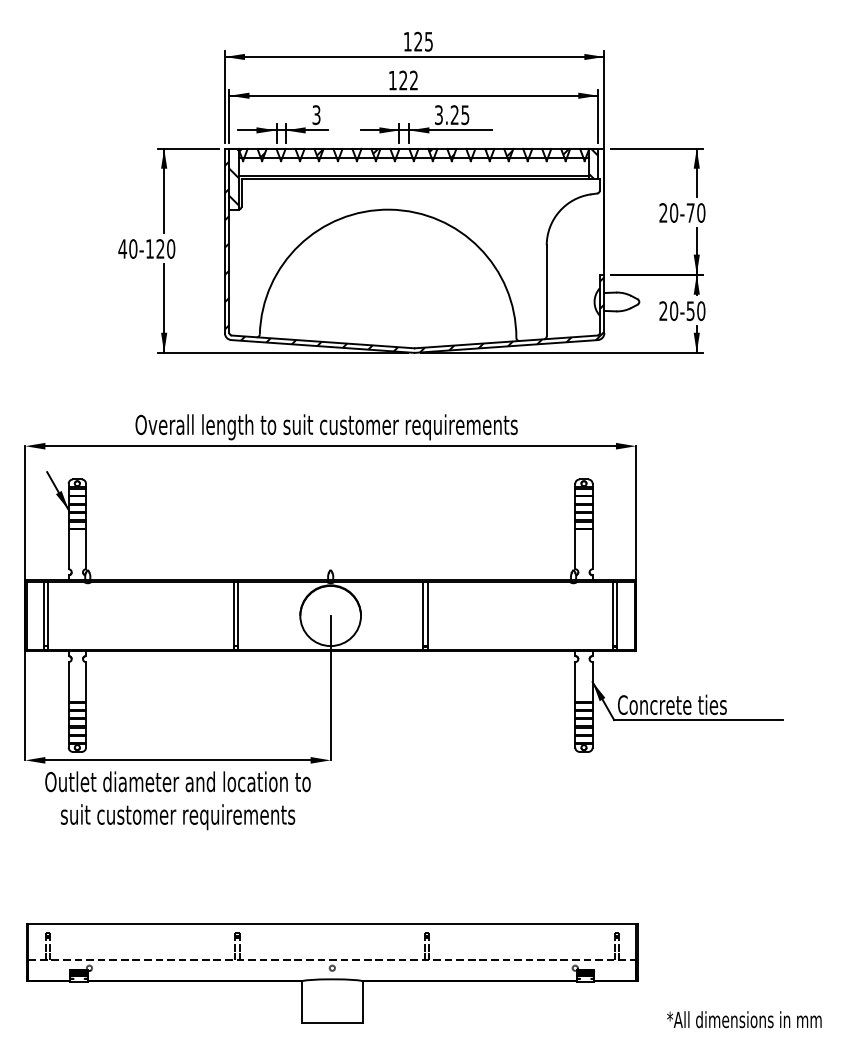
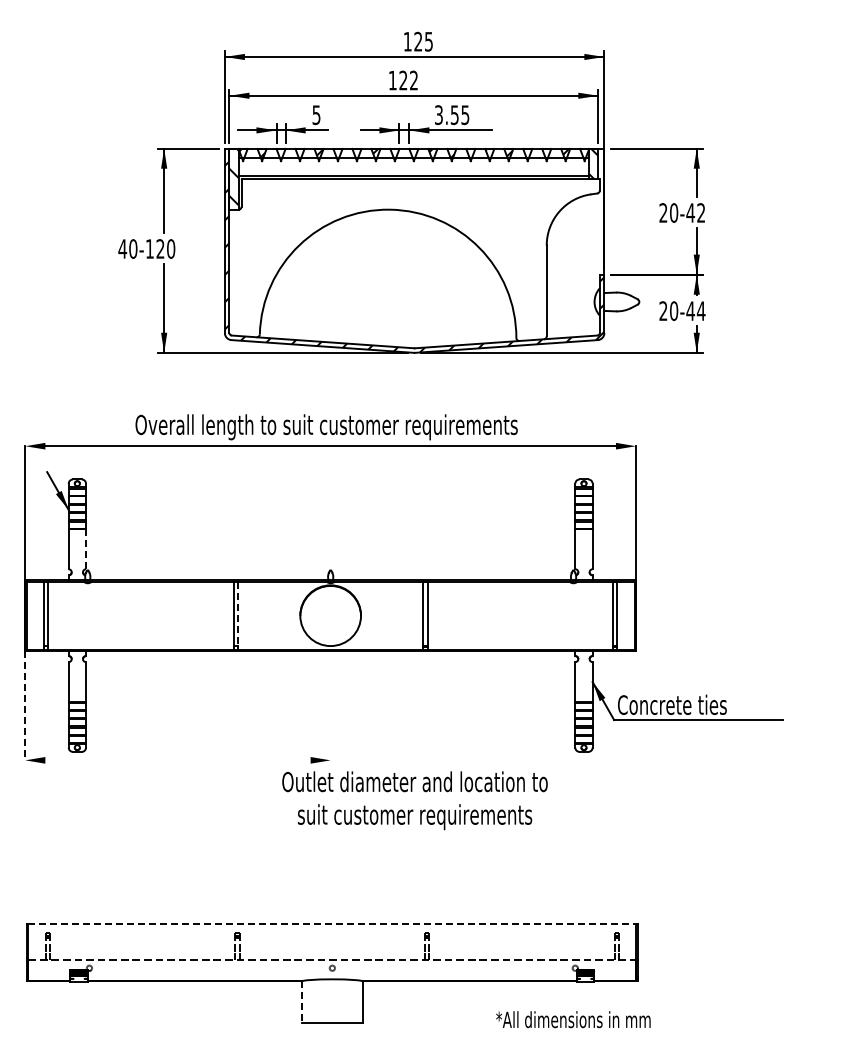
text at (316, 114): 3 -> 5
text at (454, 115): 3.25 -> 3.55
text at (695, 212): 20-70 -> 20-42
text at (695, 311): 20-50 -> 20-44
line at (86, 548): solid -> dashed
line at (238, 614): solid -> dashed
line at (330, 688): present -> none
line at (25, 705): solid -> dashed
line at (177, 760): present -> none
text at (177, 800) position: (177, 800) -> (414, 800)
line at (332, 924): solid -> dashed
line at (302, 1002): solid -> dashed
text at (744, 1019) position: (744, 1019) -> (573, 1019)
